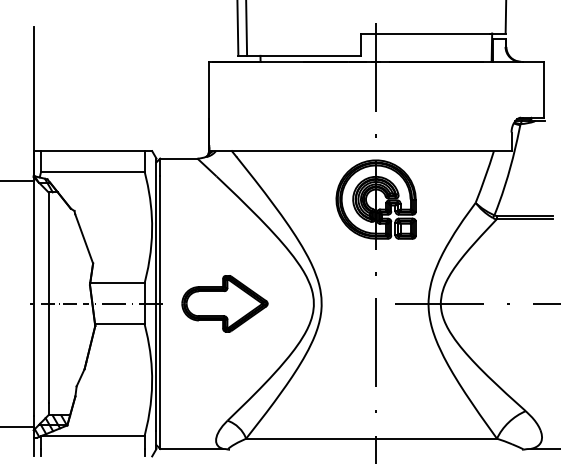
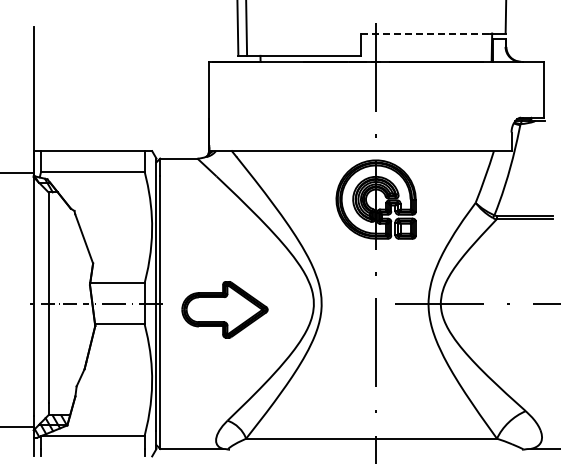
line at (426, 33): solid -> dashed
line at (17, 180) position: (17, 180) -> (17, 172)
part at (224, 303) position: (224, 303) -> (224, 309)
